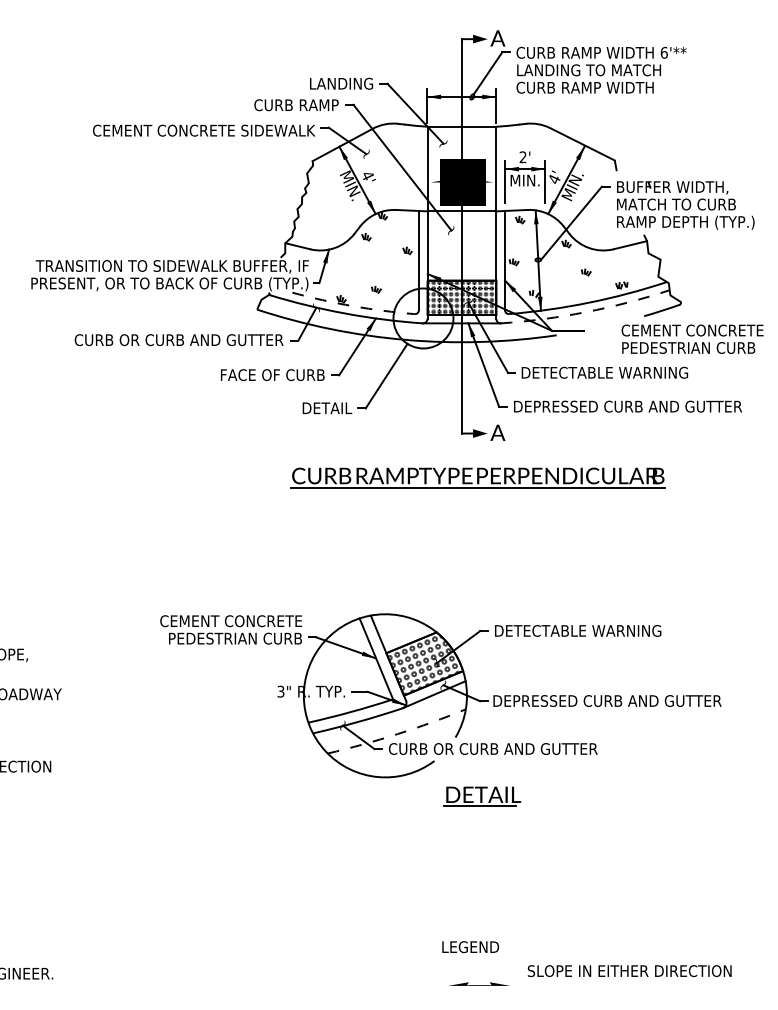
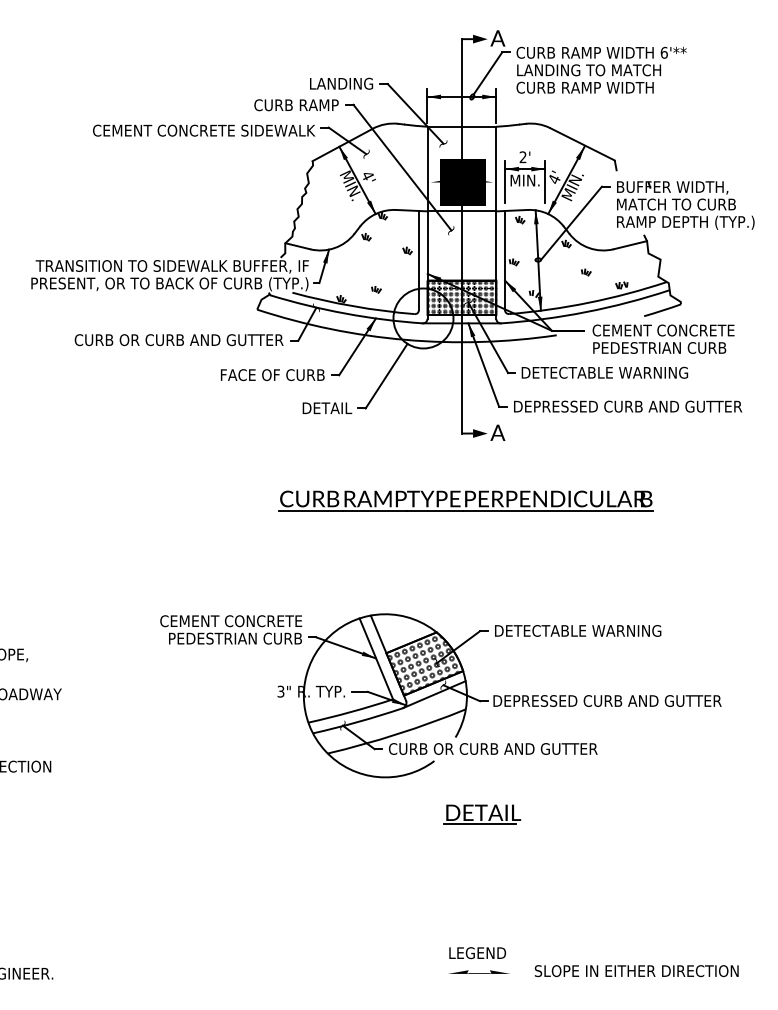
arc at (353, 306): dashed -> solid
arc at (586, 312): dashed -> solid
text at (692, 338) position: (692, 338) -> (663, 338)
part at (477, 477) position: (477, 477) -> (465, 500)
arc at (397, 734): dashed -> solid
part at (482, 796) position: (482, 796) -> (482, 814)
text at (470, 947) position: (470, 947) -> (477, 953)
text at (629, 971) position: (629, 971) -> (636, 971)
part at (479, 983) position: (479, 983) -> (479, 971)
